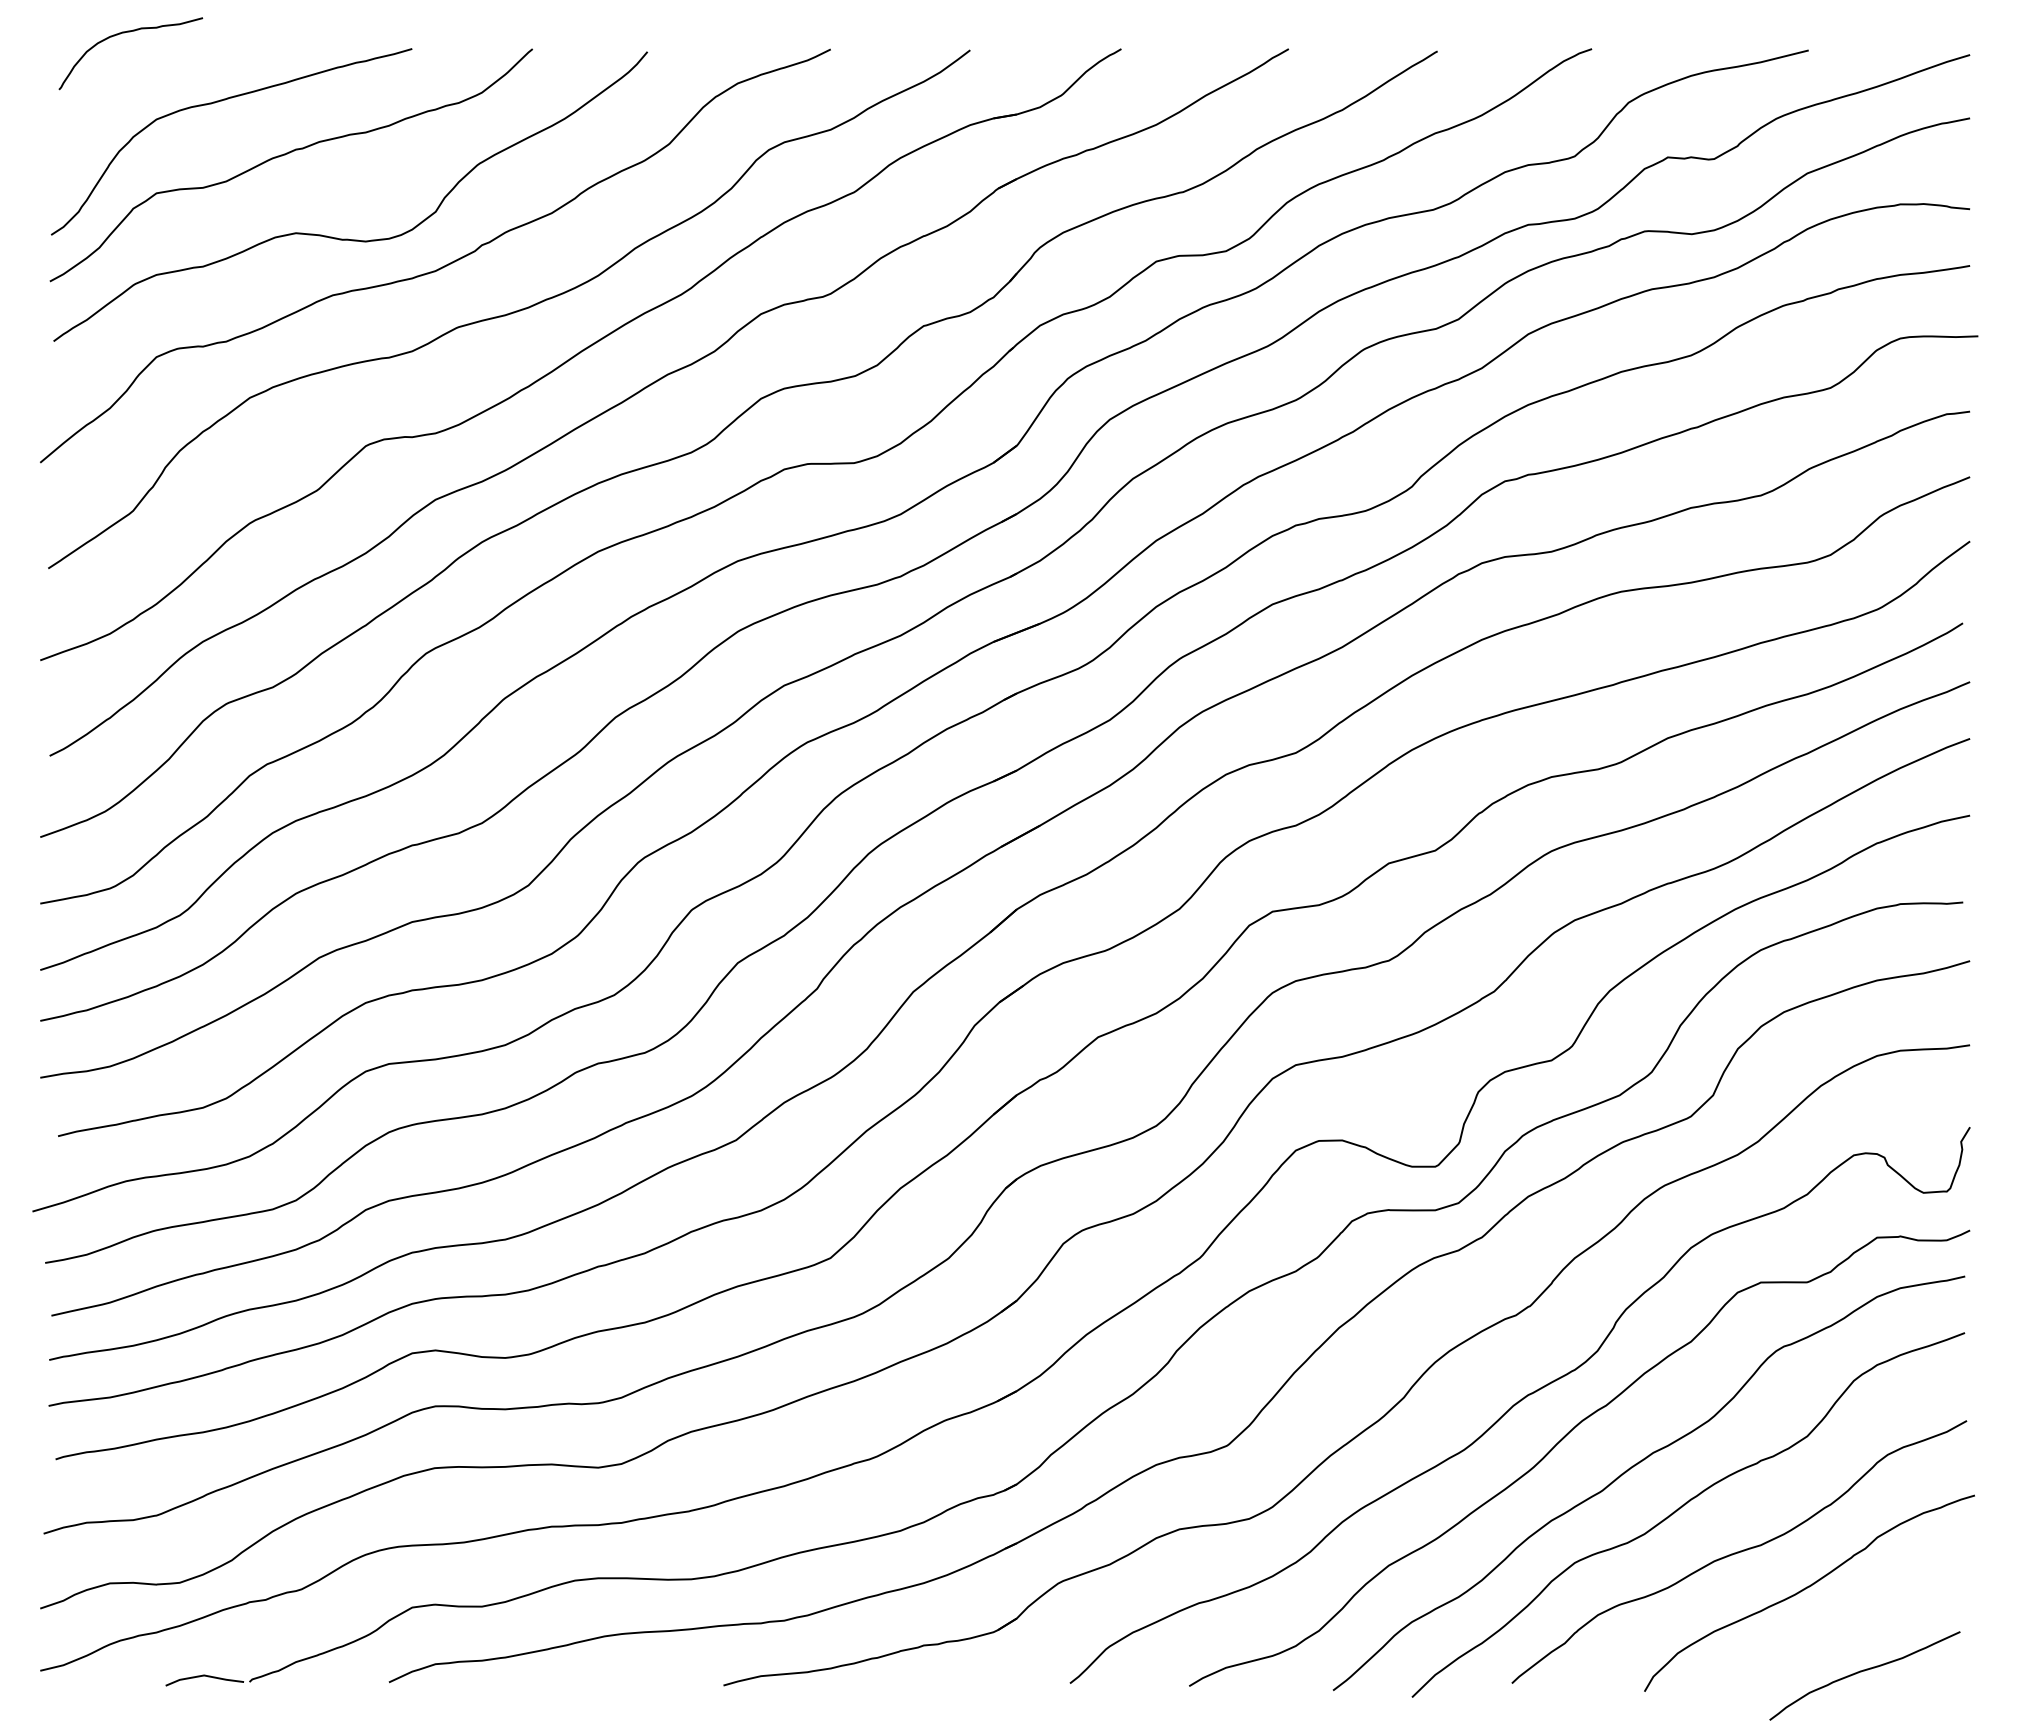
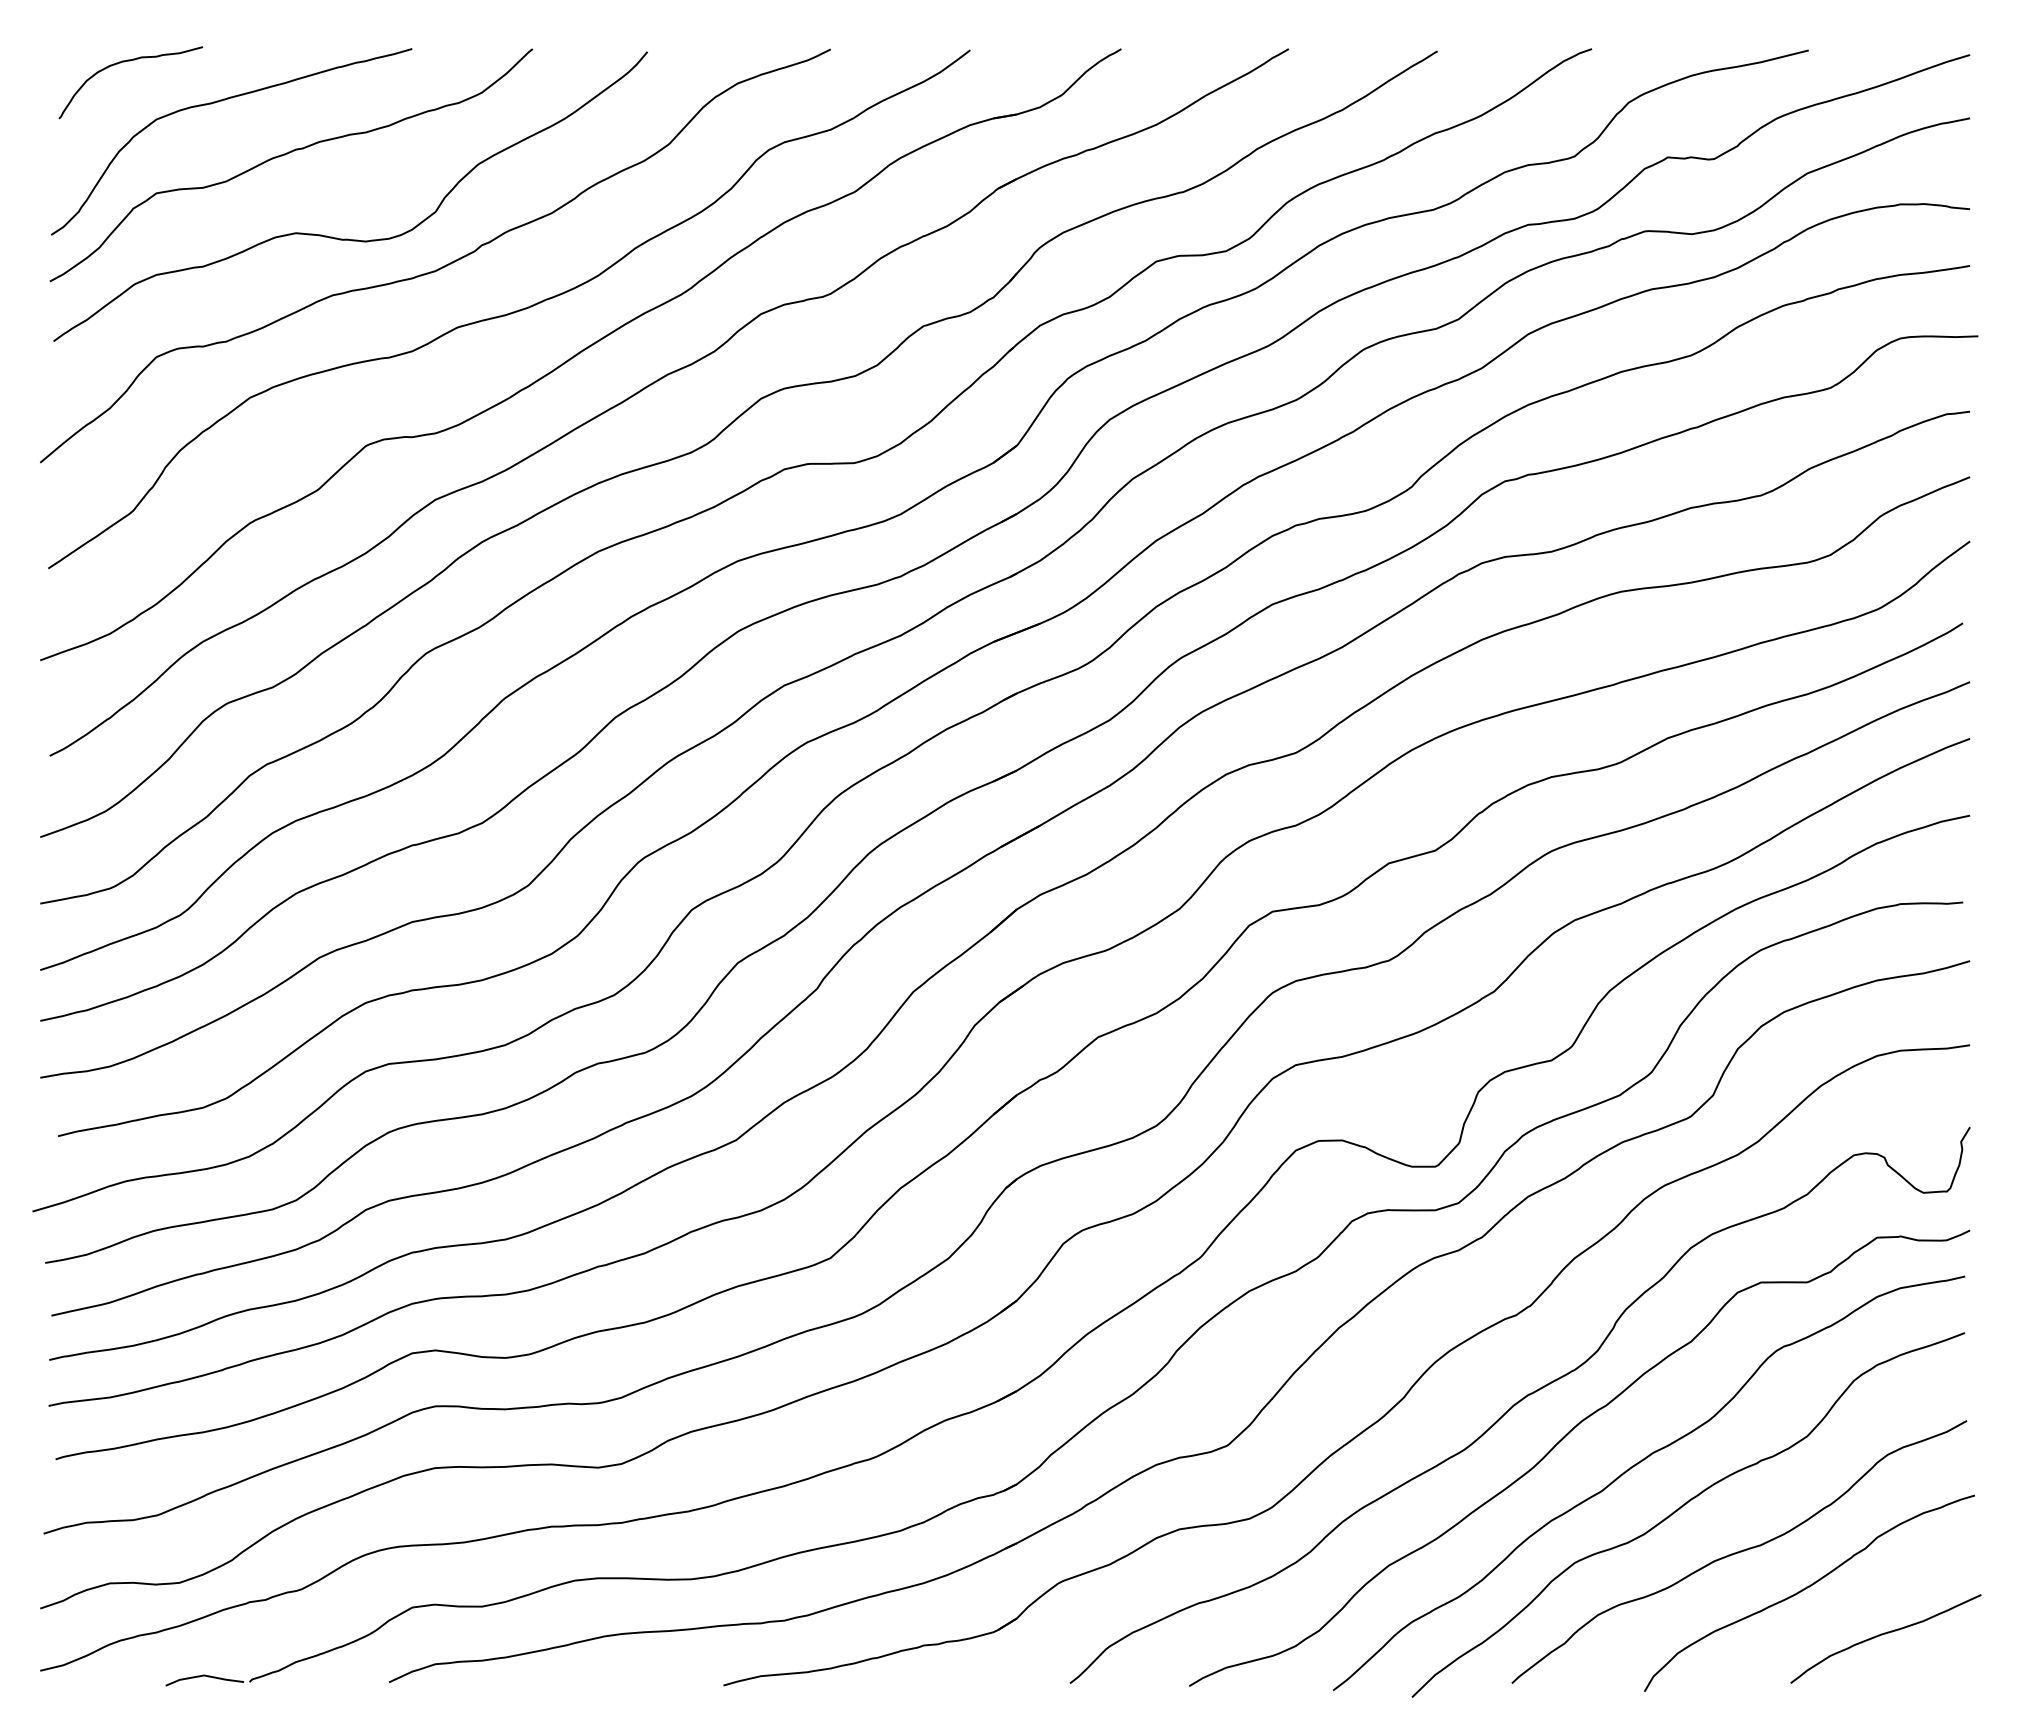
curve at (124, 33) position: (124, 33) -> (124, 62)
curve at (1864, 1671) position: (1864, 1671) -> (1885, 1634)
